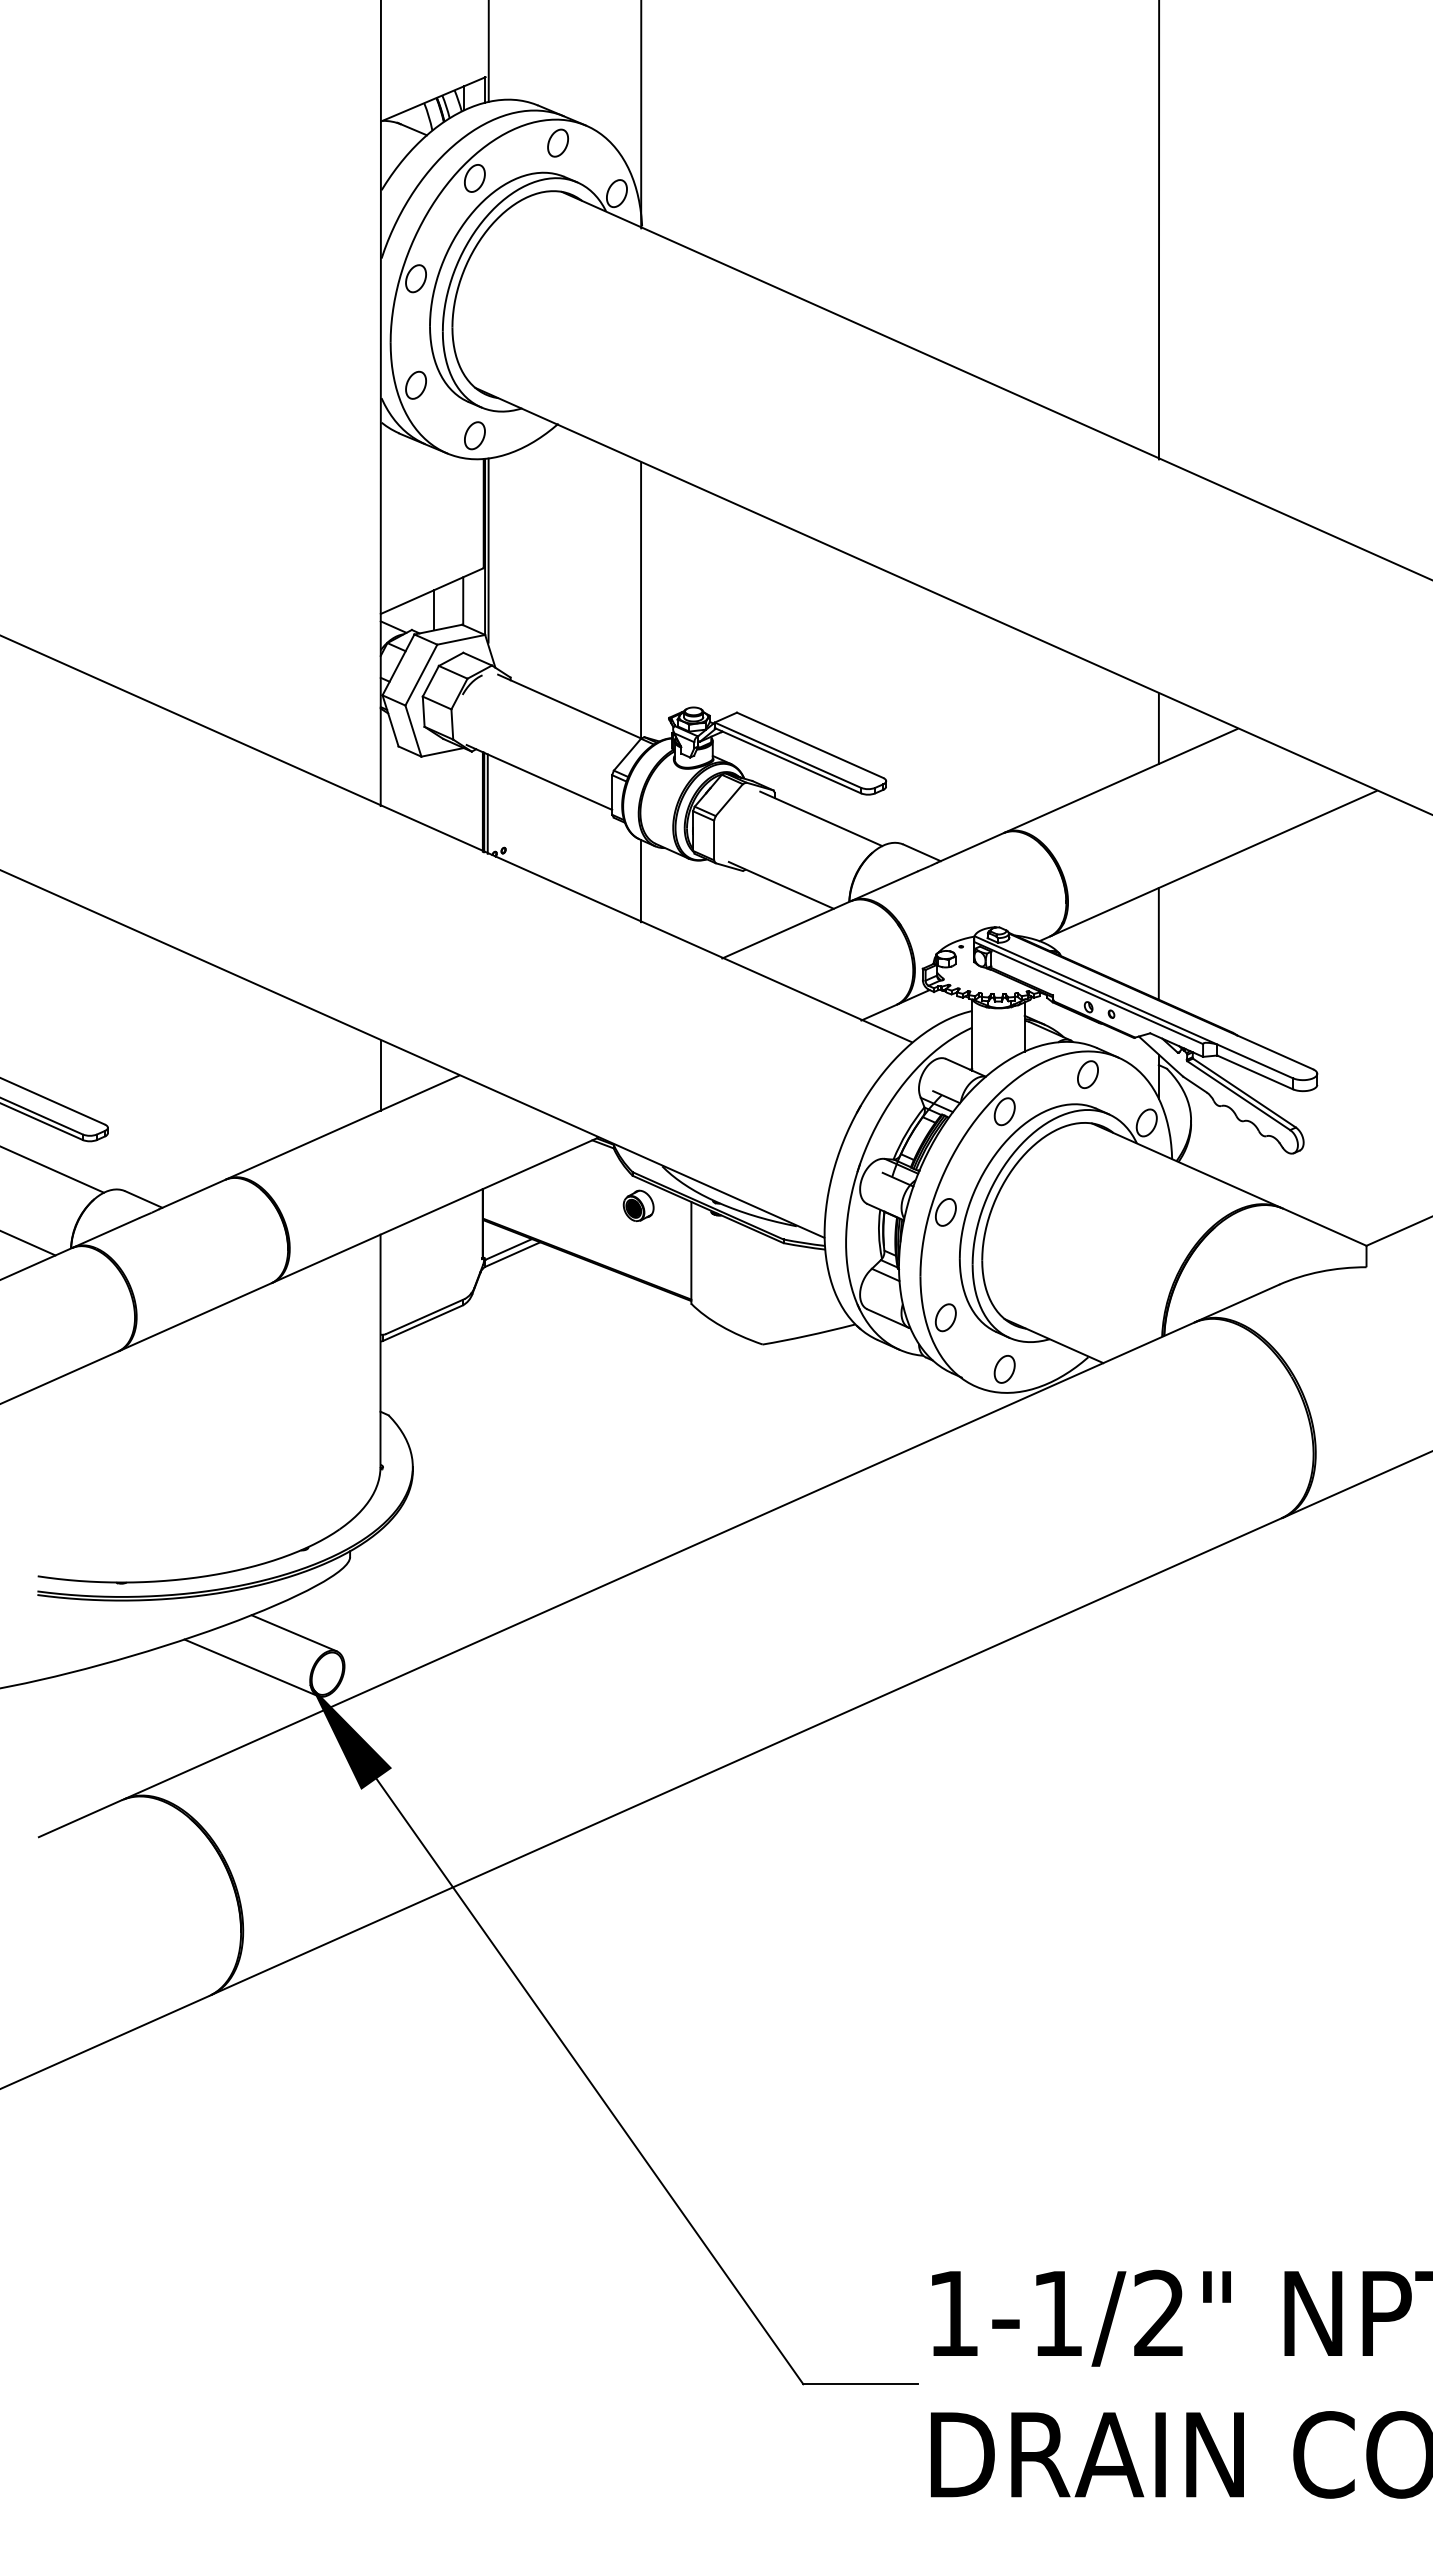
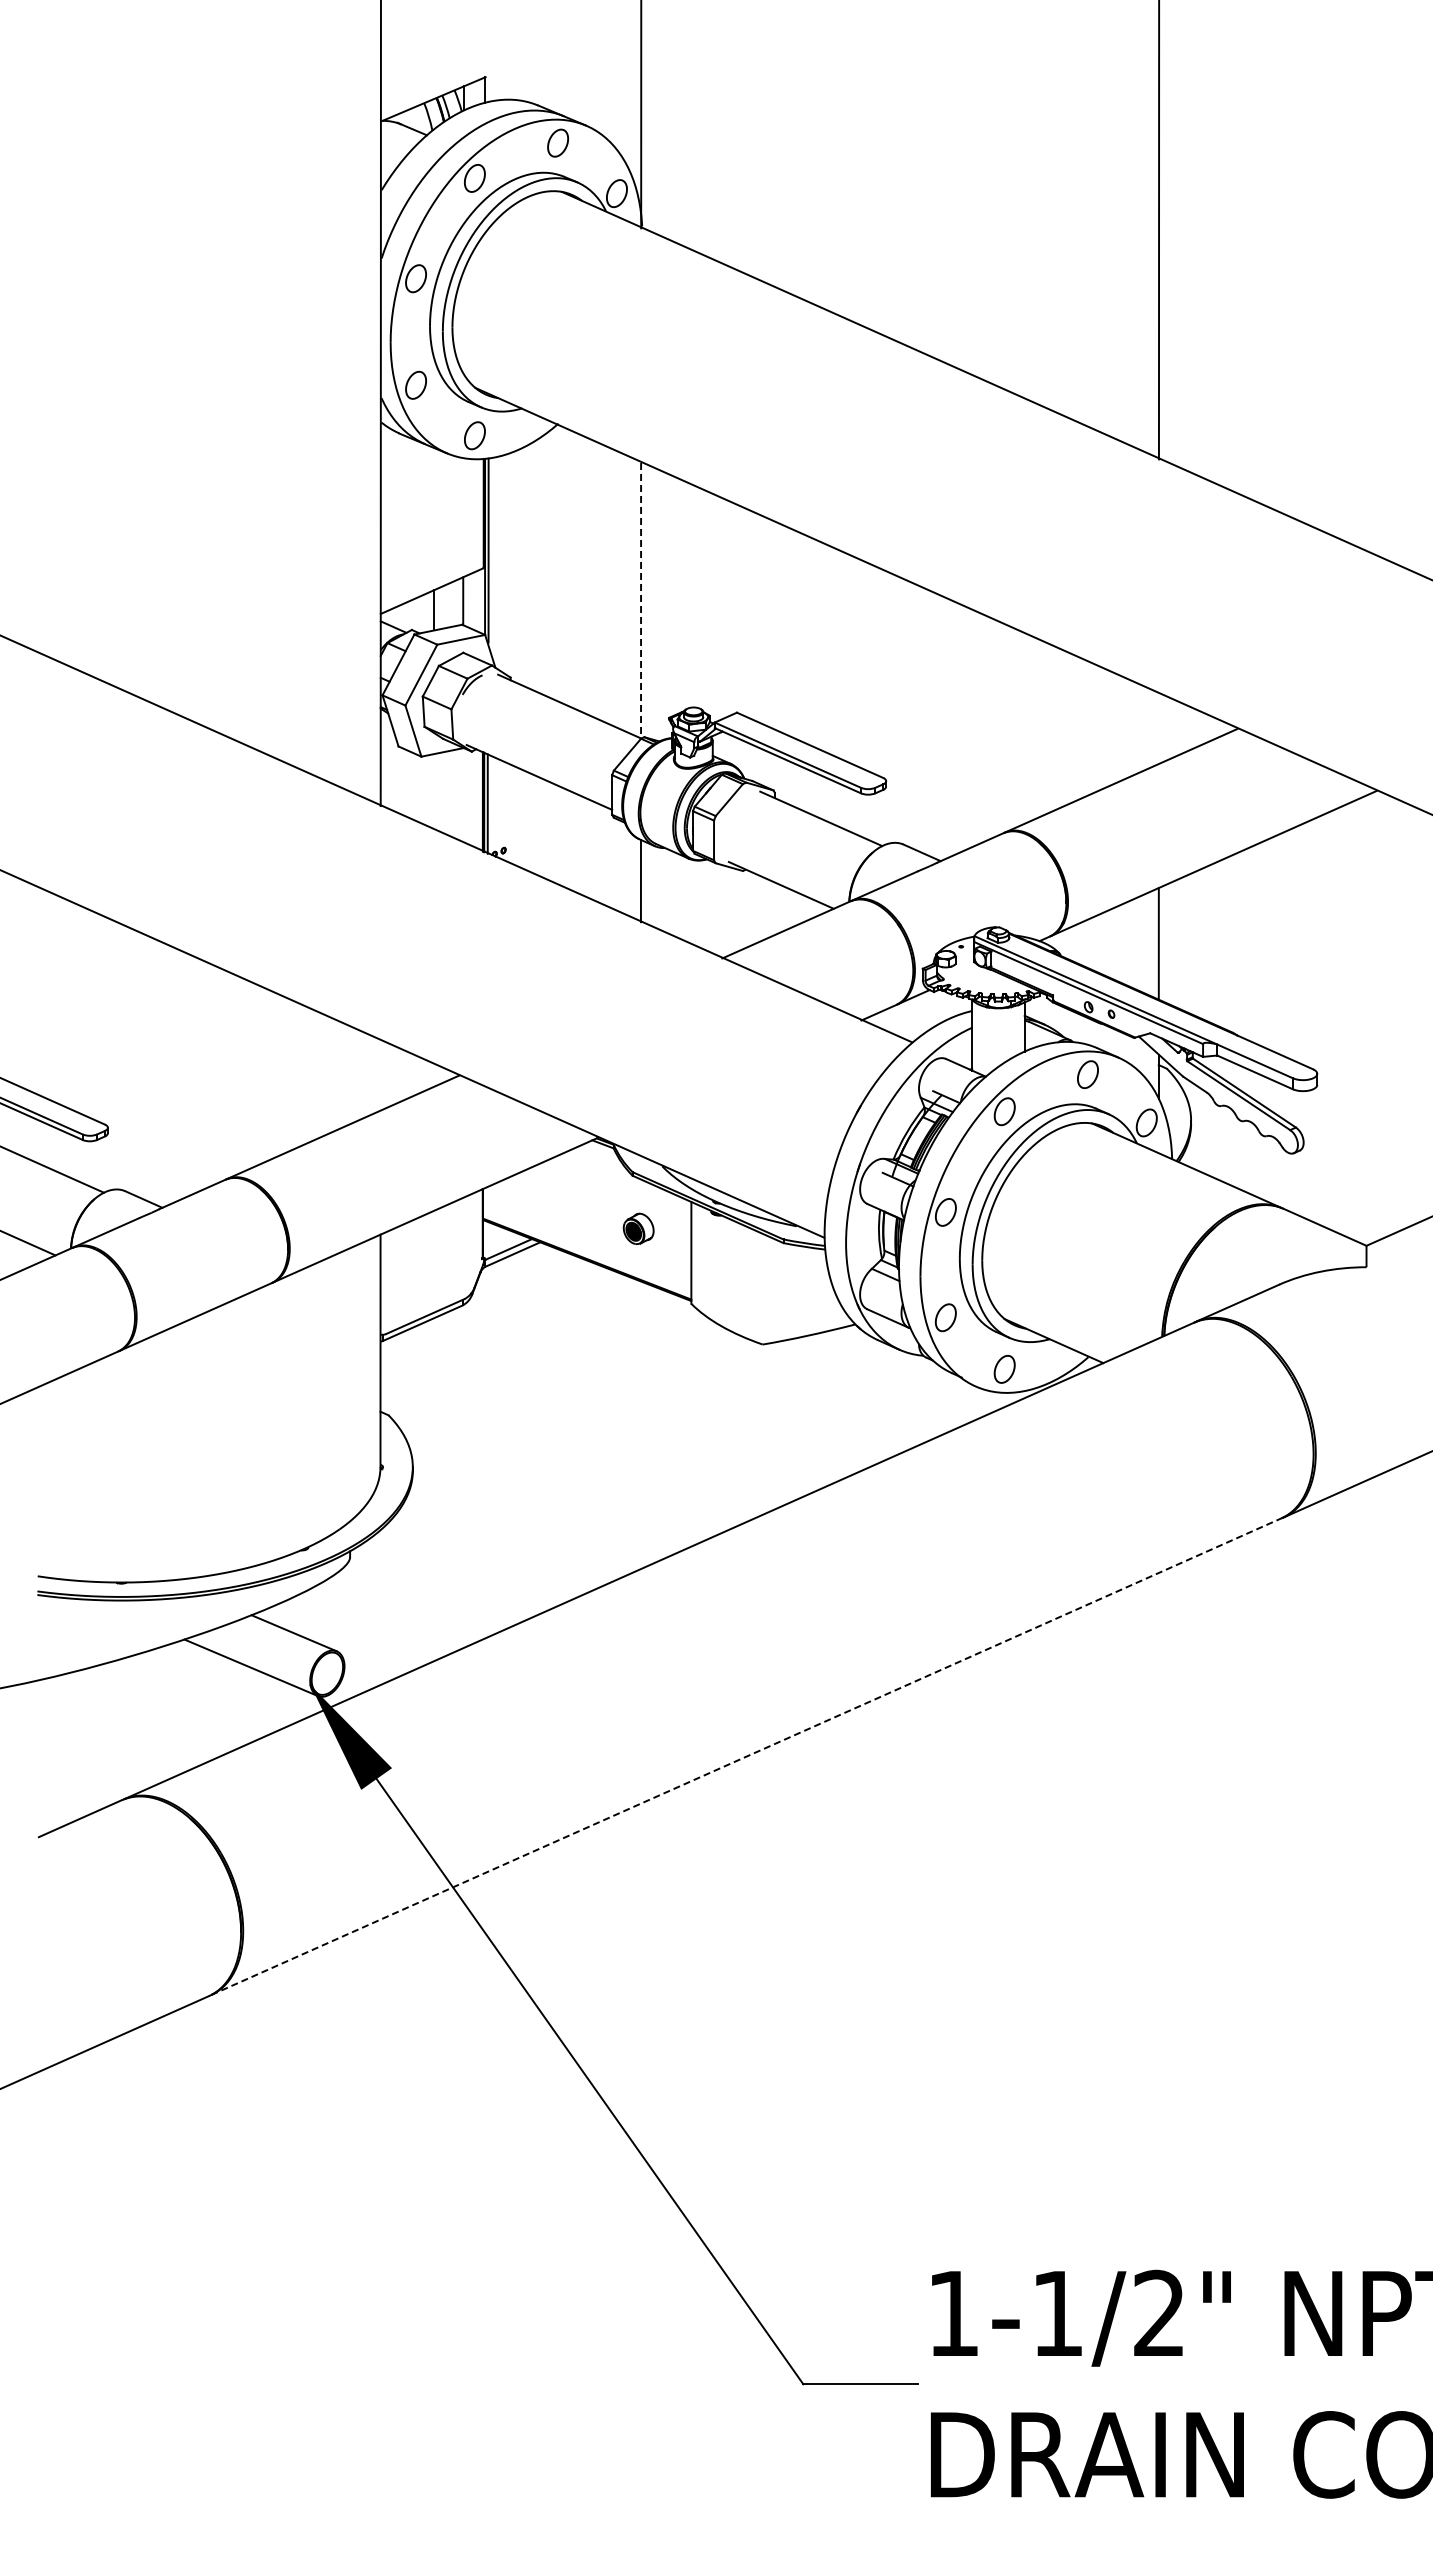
line at (488, 51): present -> none
line at (641, 600): solid -> dashed
line at (1158, 729): present -> none
line at (380, 1075): present -> none
part at (638, 1205) position: (638, 1205) -> (638, 1228)
line at (746, 1756): solid -> dashed
